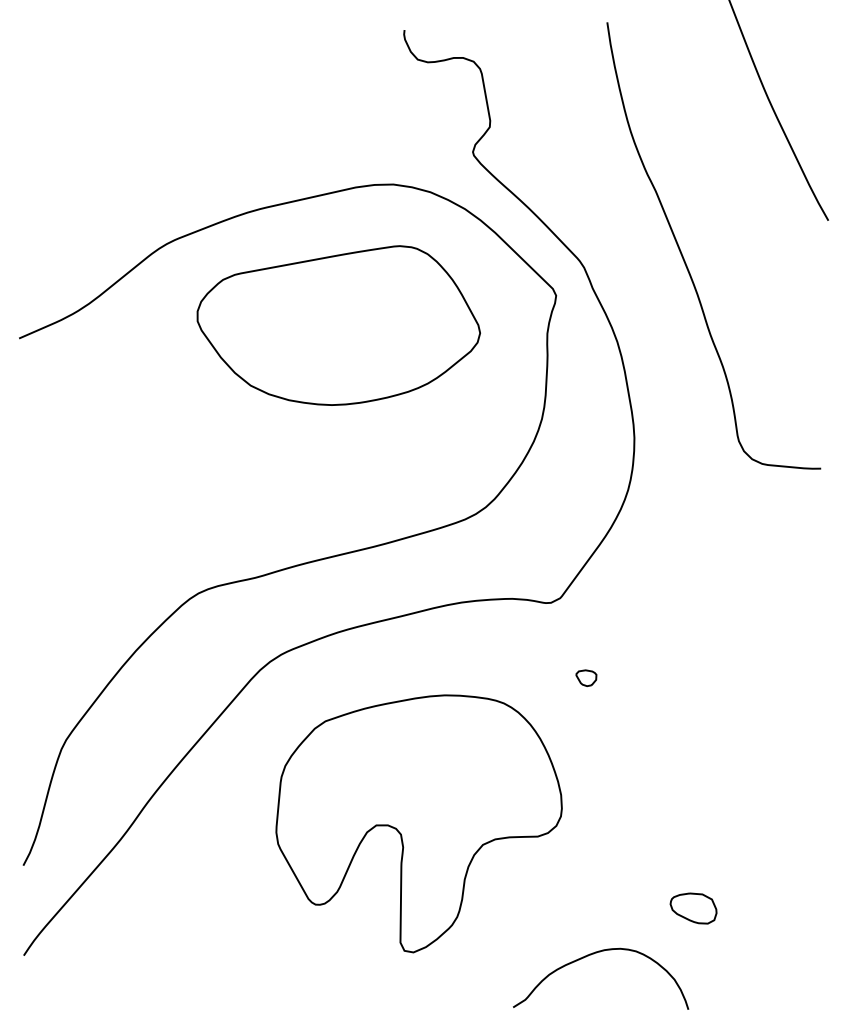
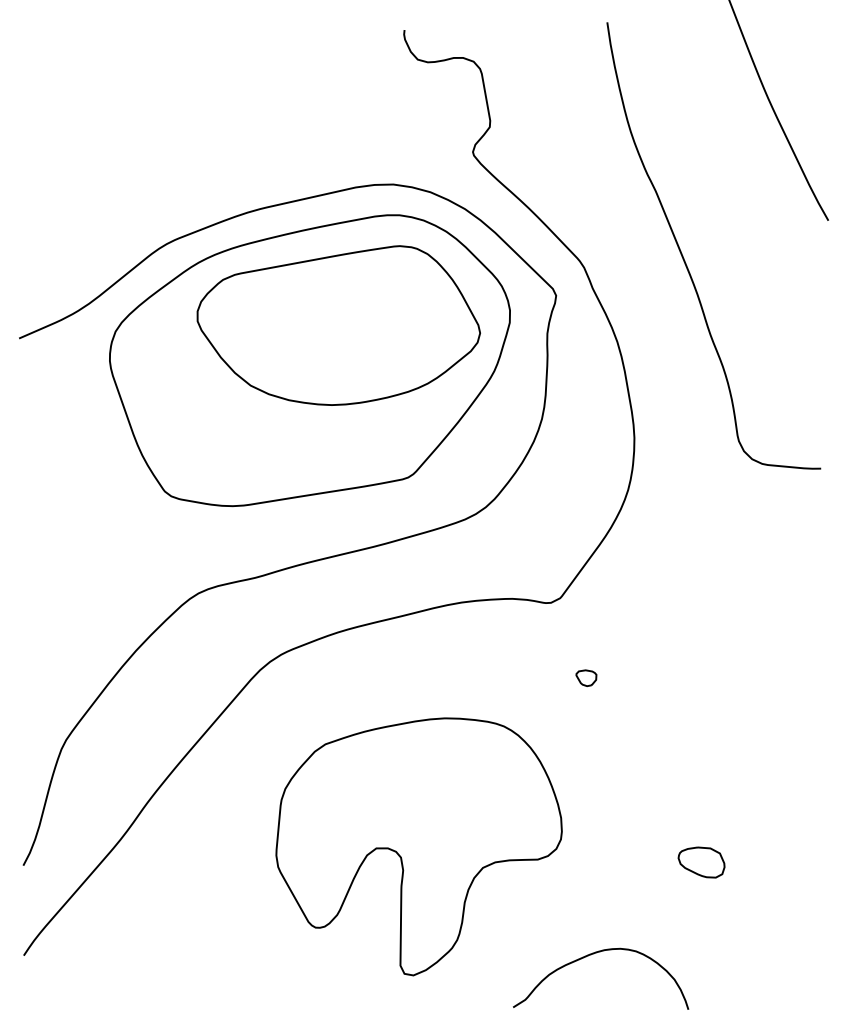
part at (309, 360): none -> present
part at (418, 823) position: (418, 823) -> (418, 846)
part at (693, 908) position: (693, 908) -> (701, 862)
